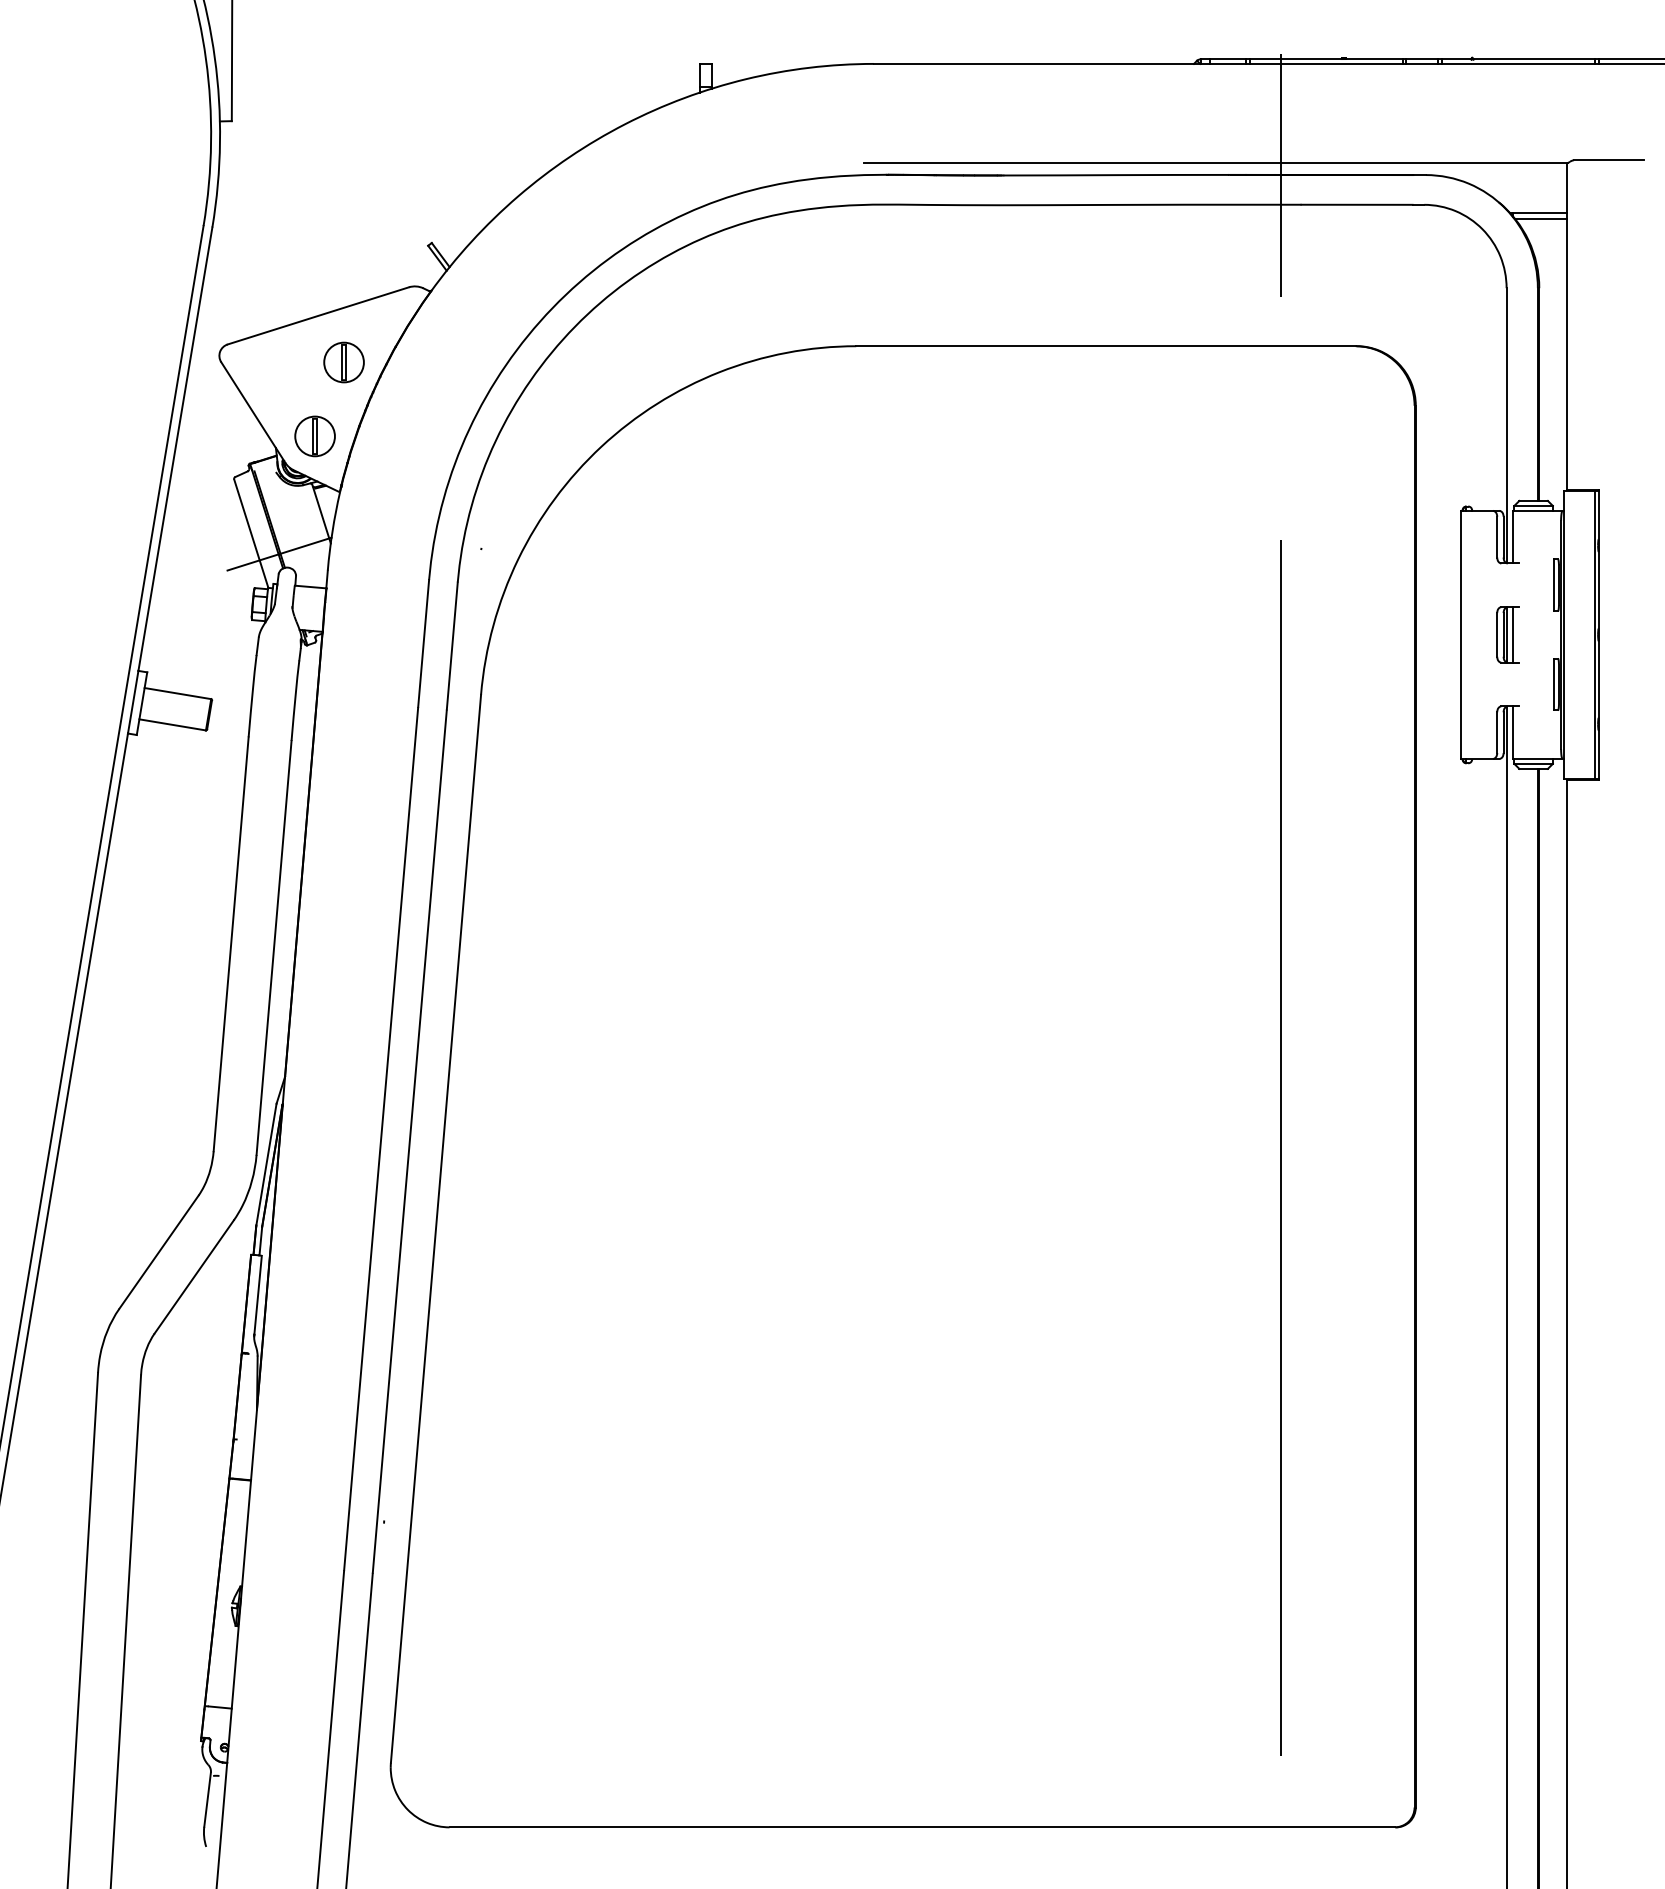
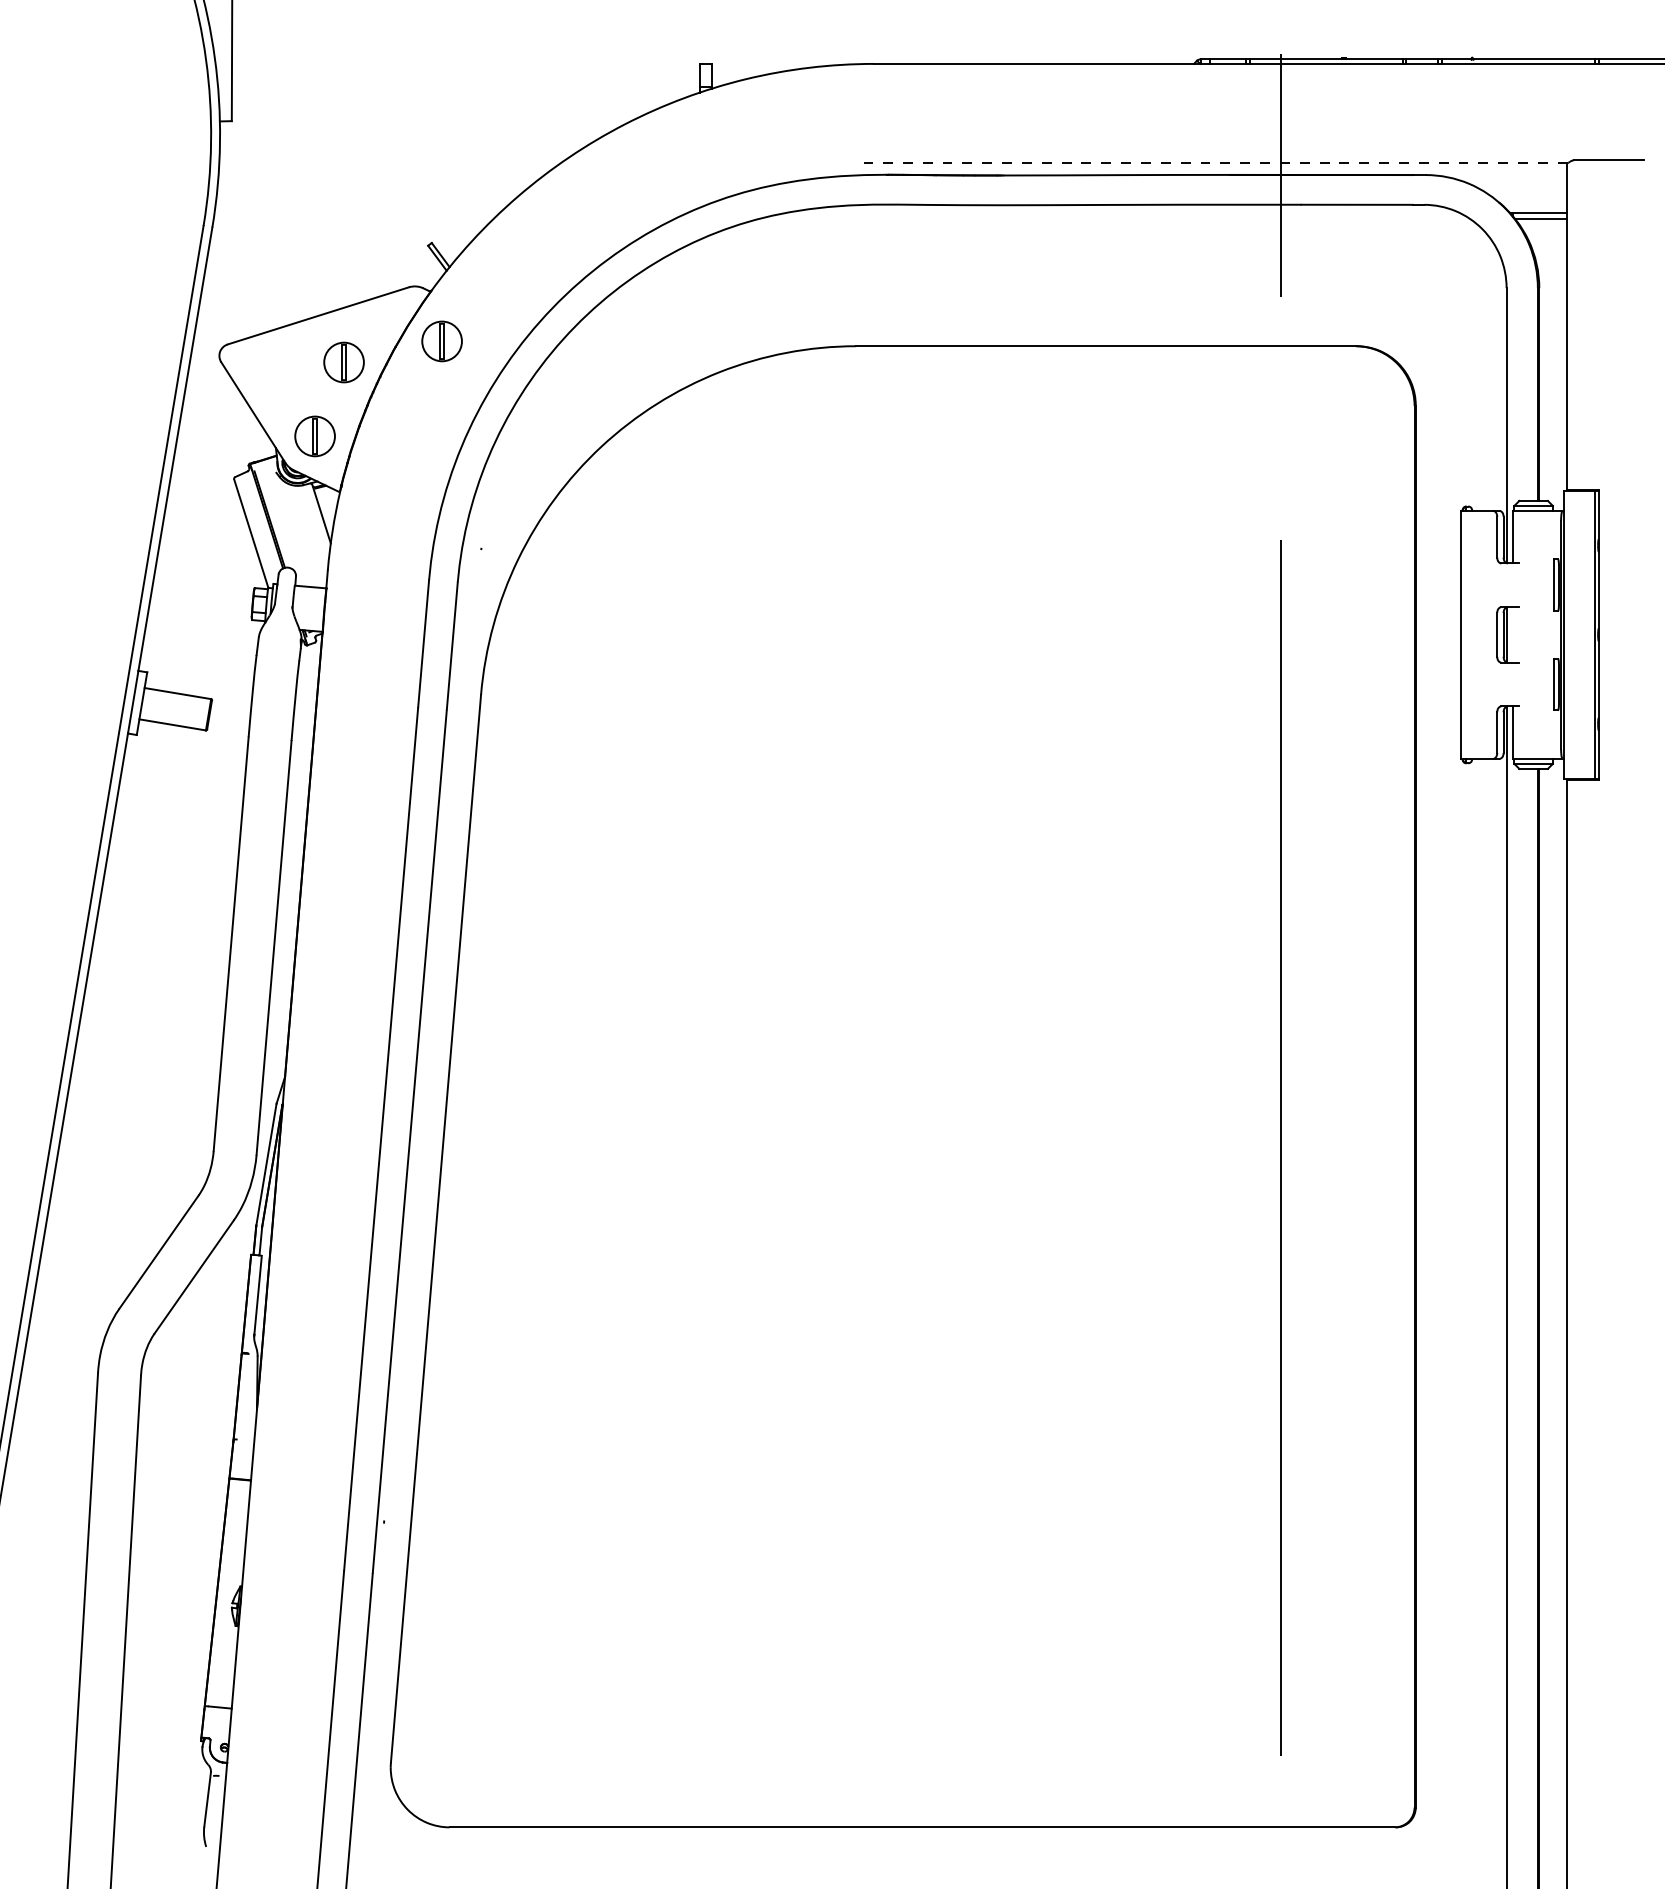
line at (1215, 163): solid -> dashed
part at (441, 341): none -> present
line at (279, 553): present -> none
line at (1512, 634): present -> none
